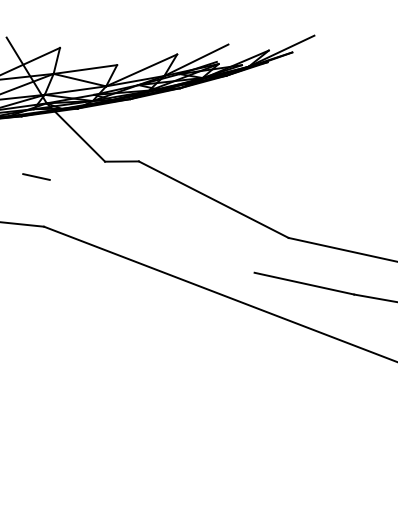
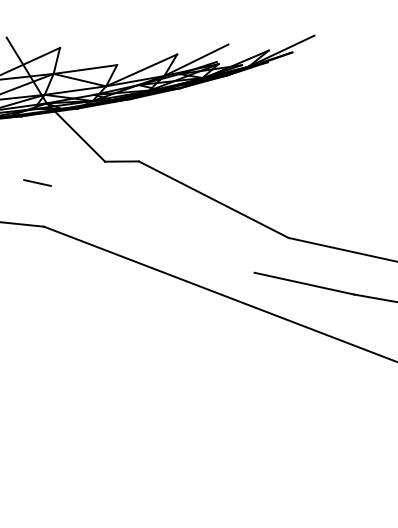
line at (36, 176) position: (36, 176) -> (37, 182)
